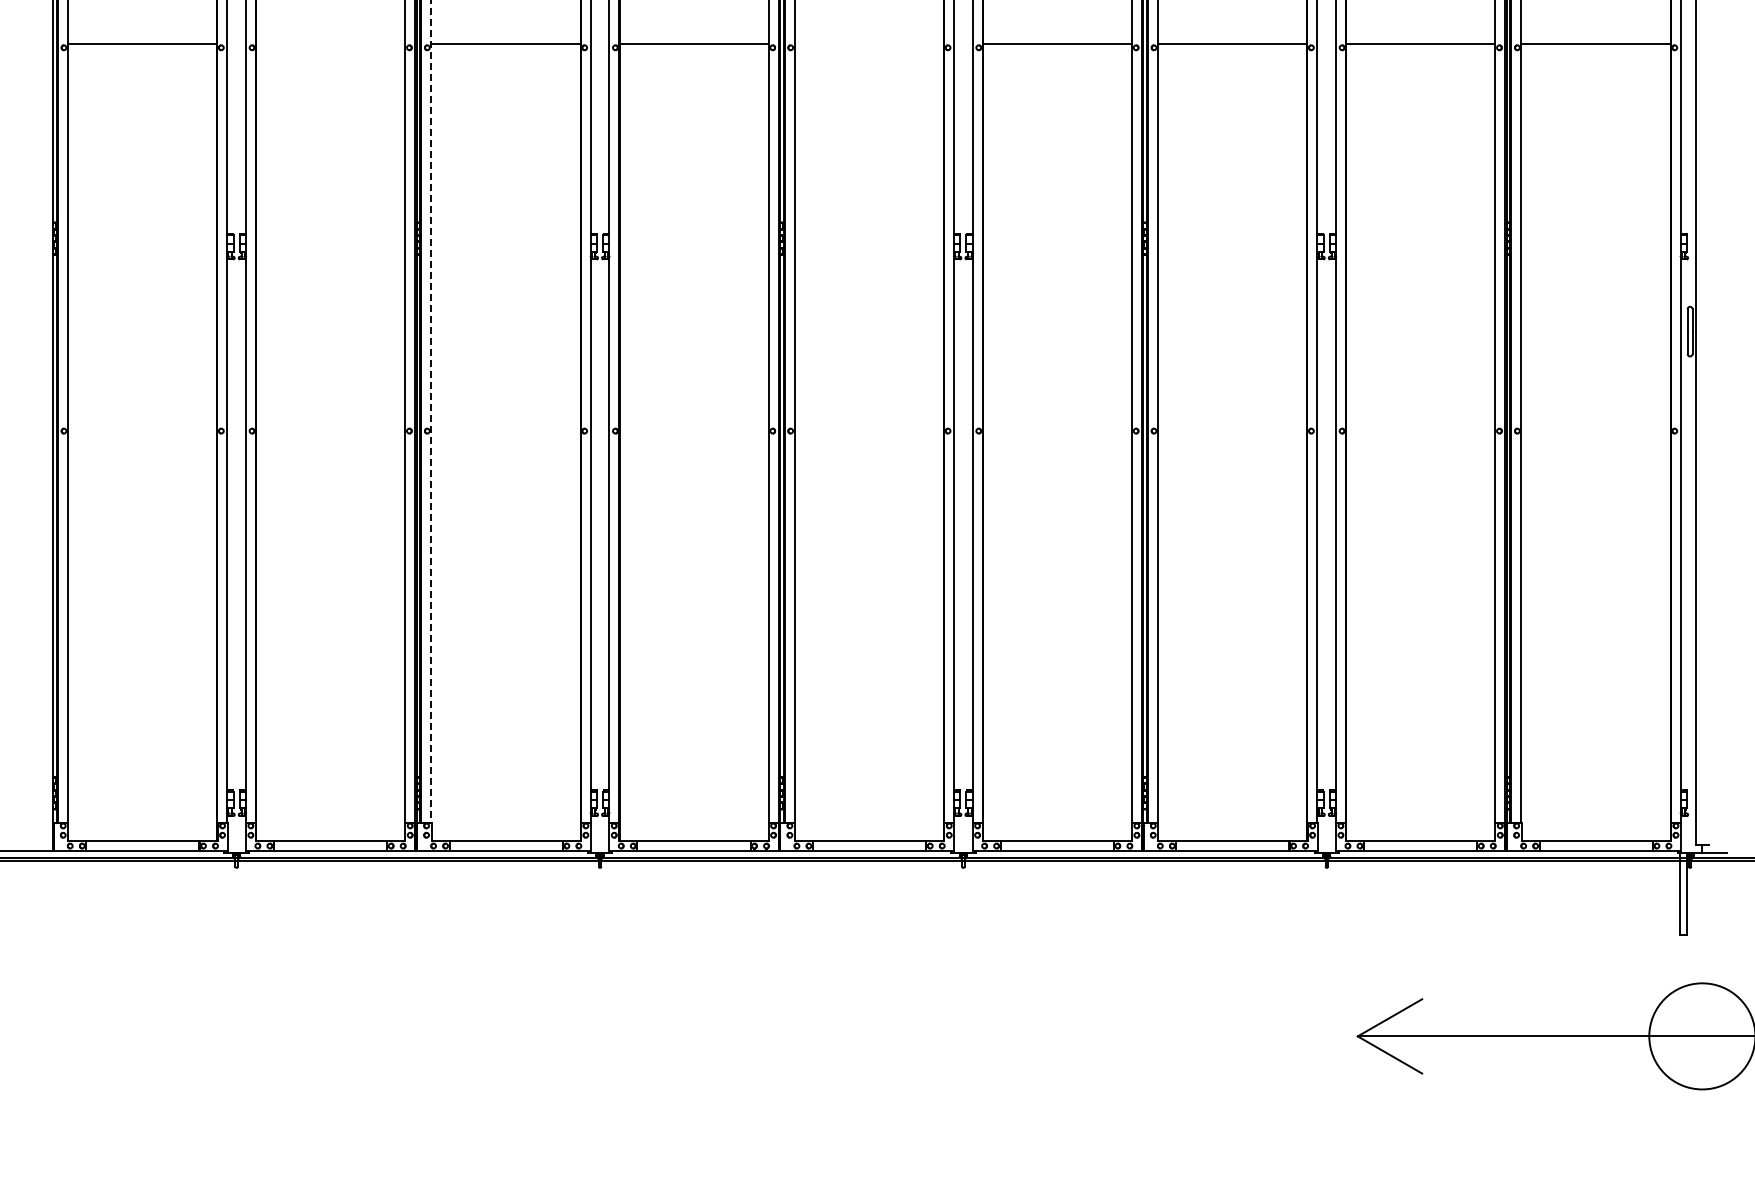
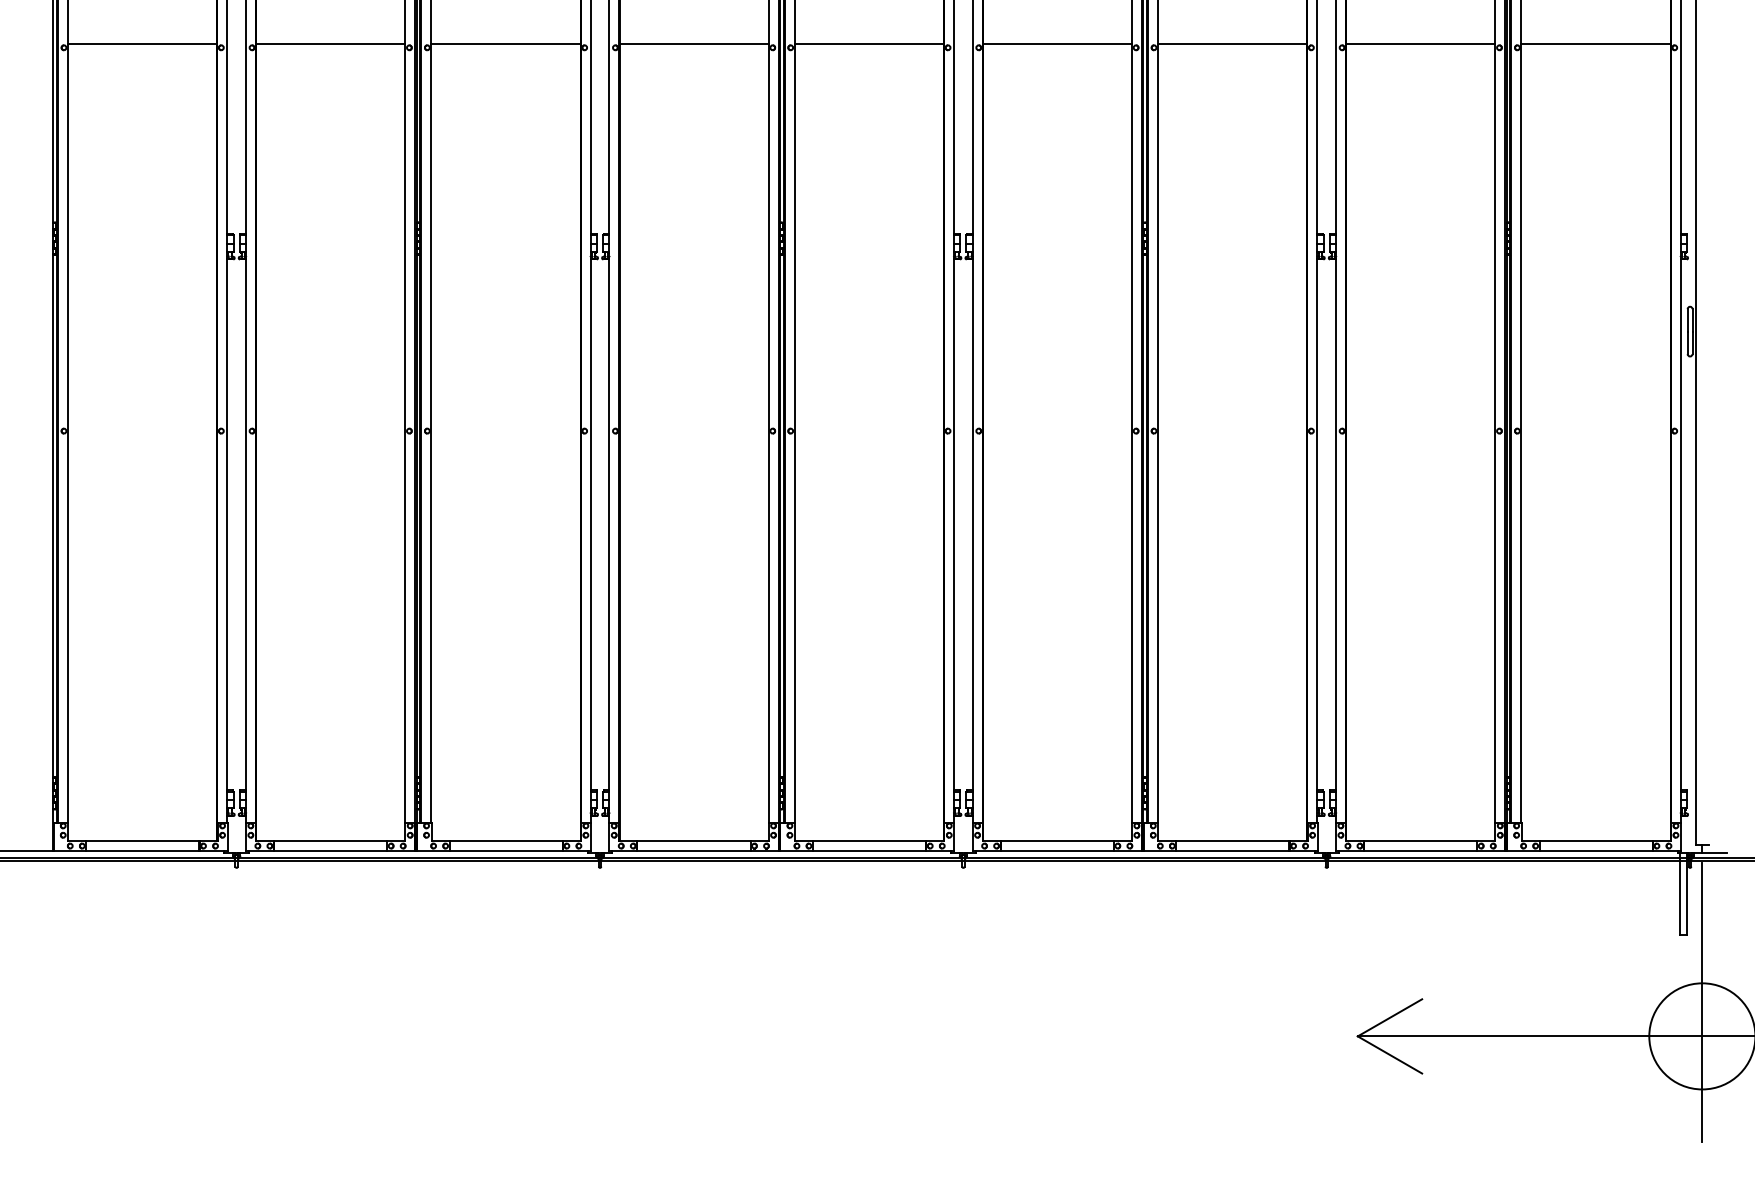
line at (330, 43): none -> present
line at (868, 43): none -> present
line at (431, 411): dashed -> solid
line at (1702, 1002): none -> present
